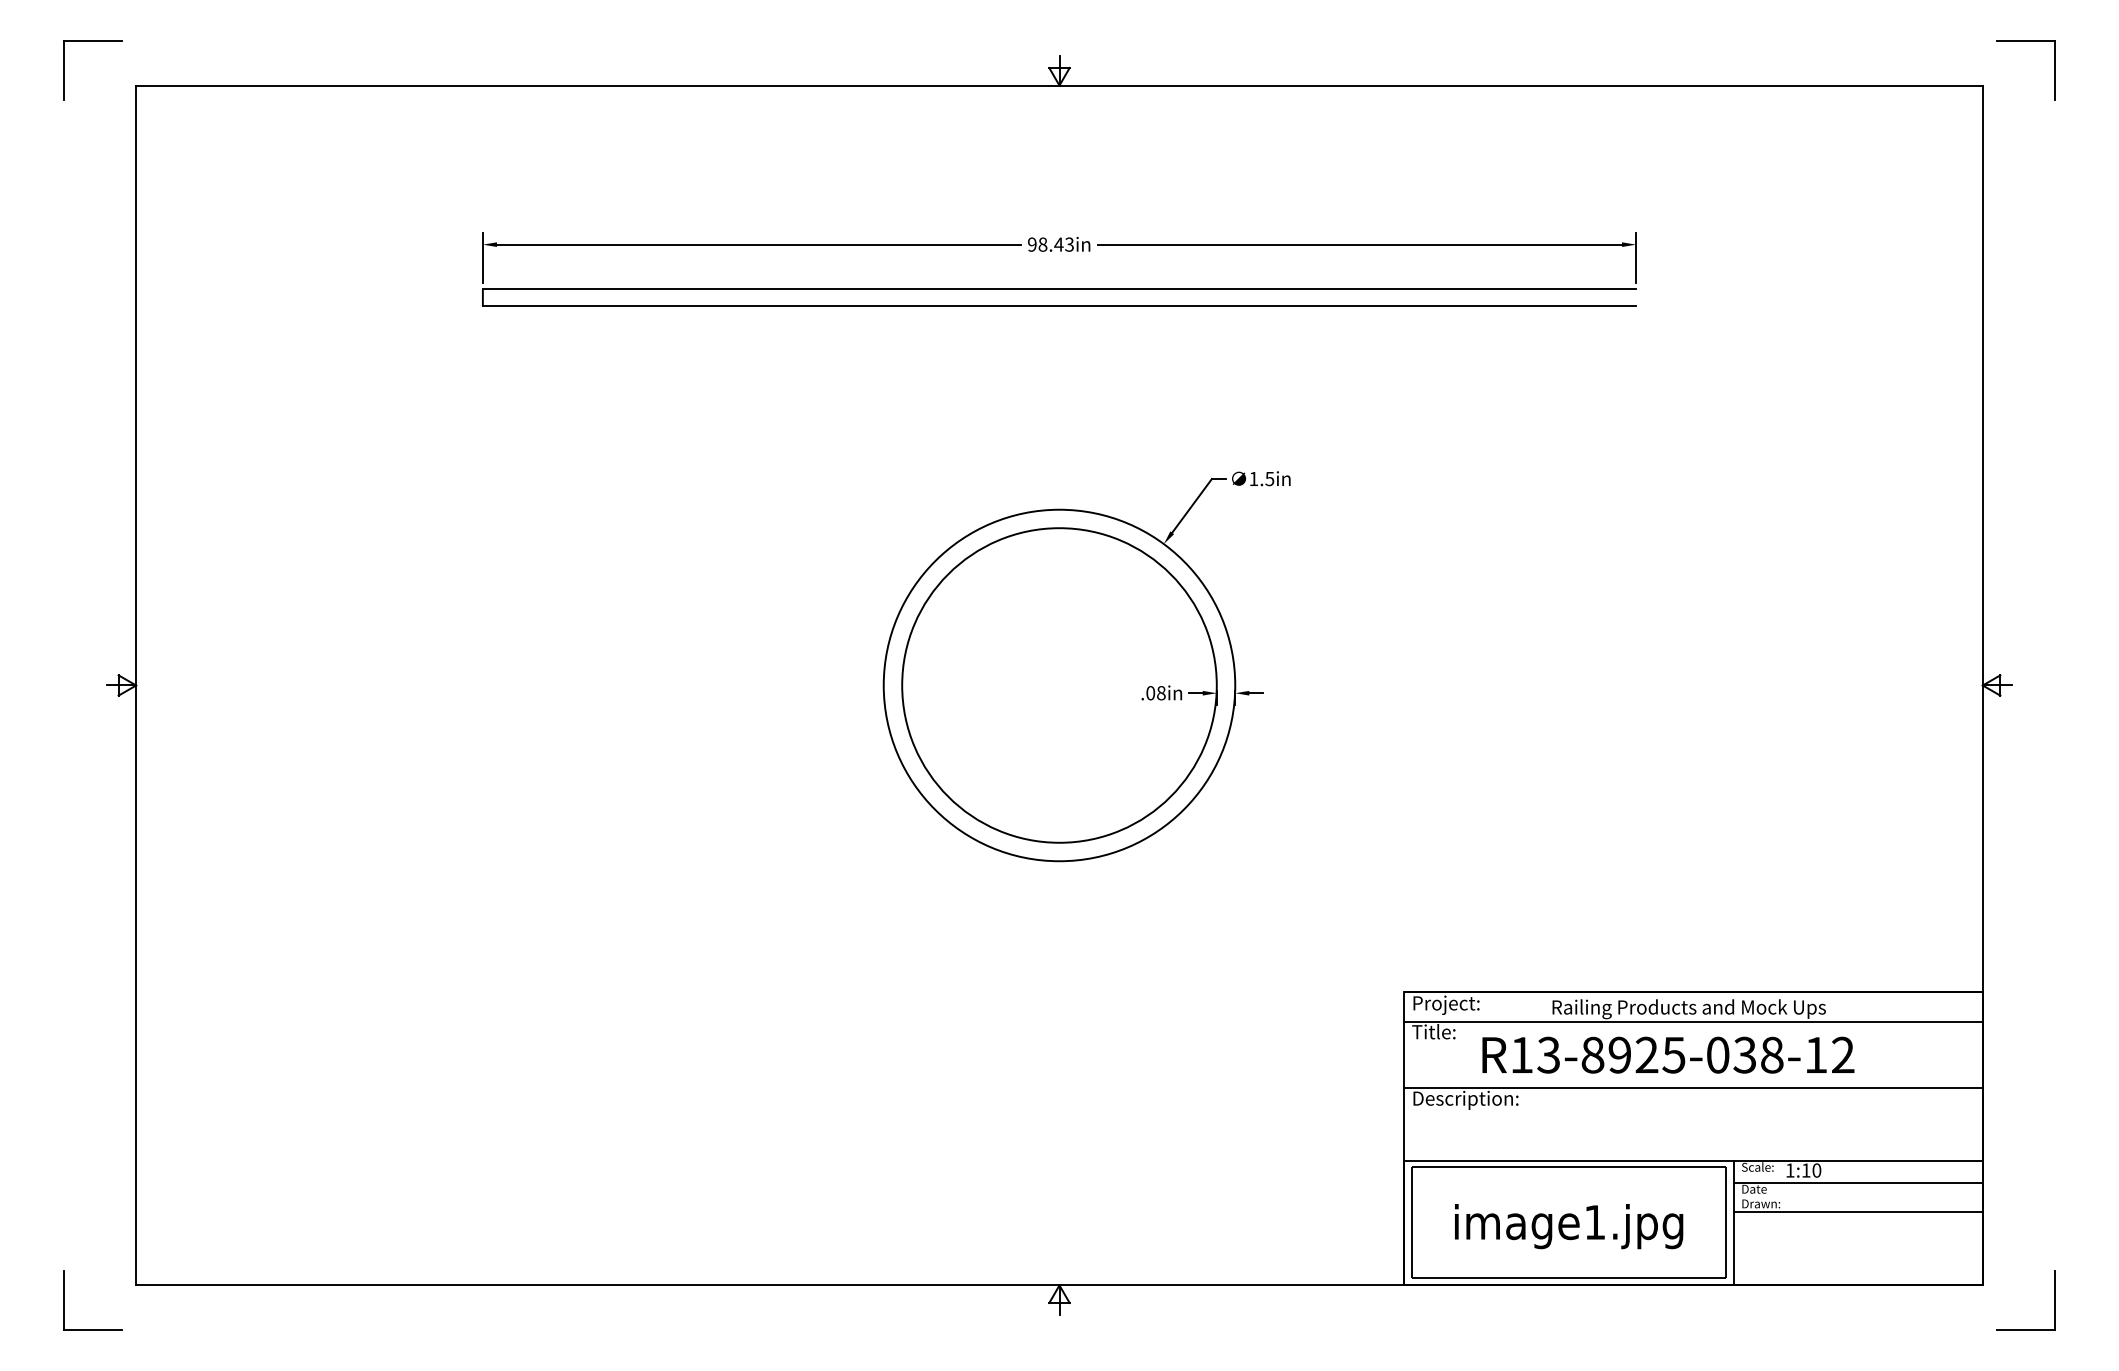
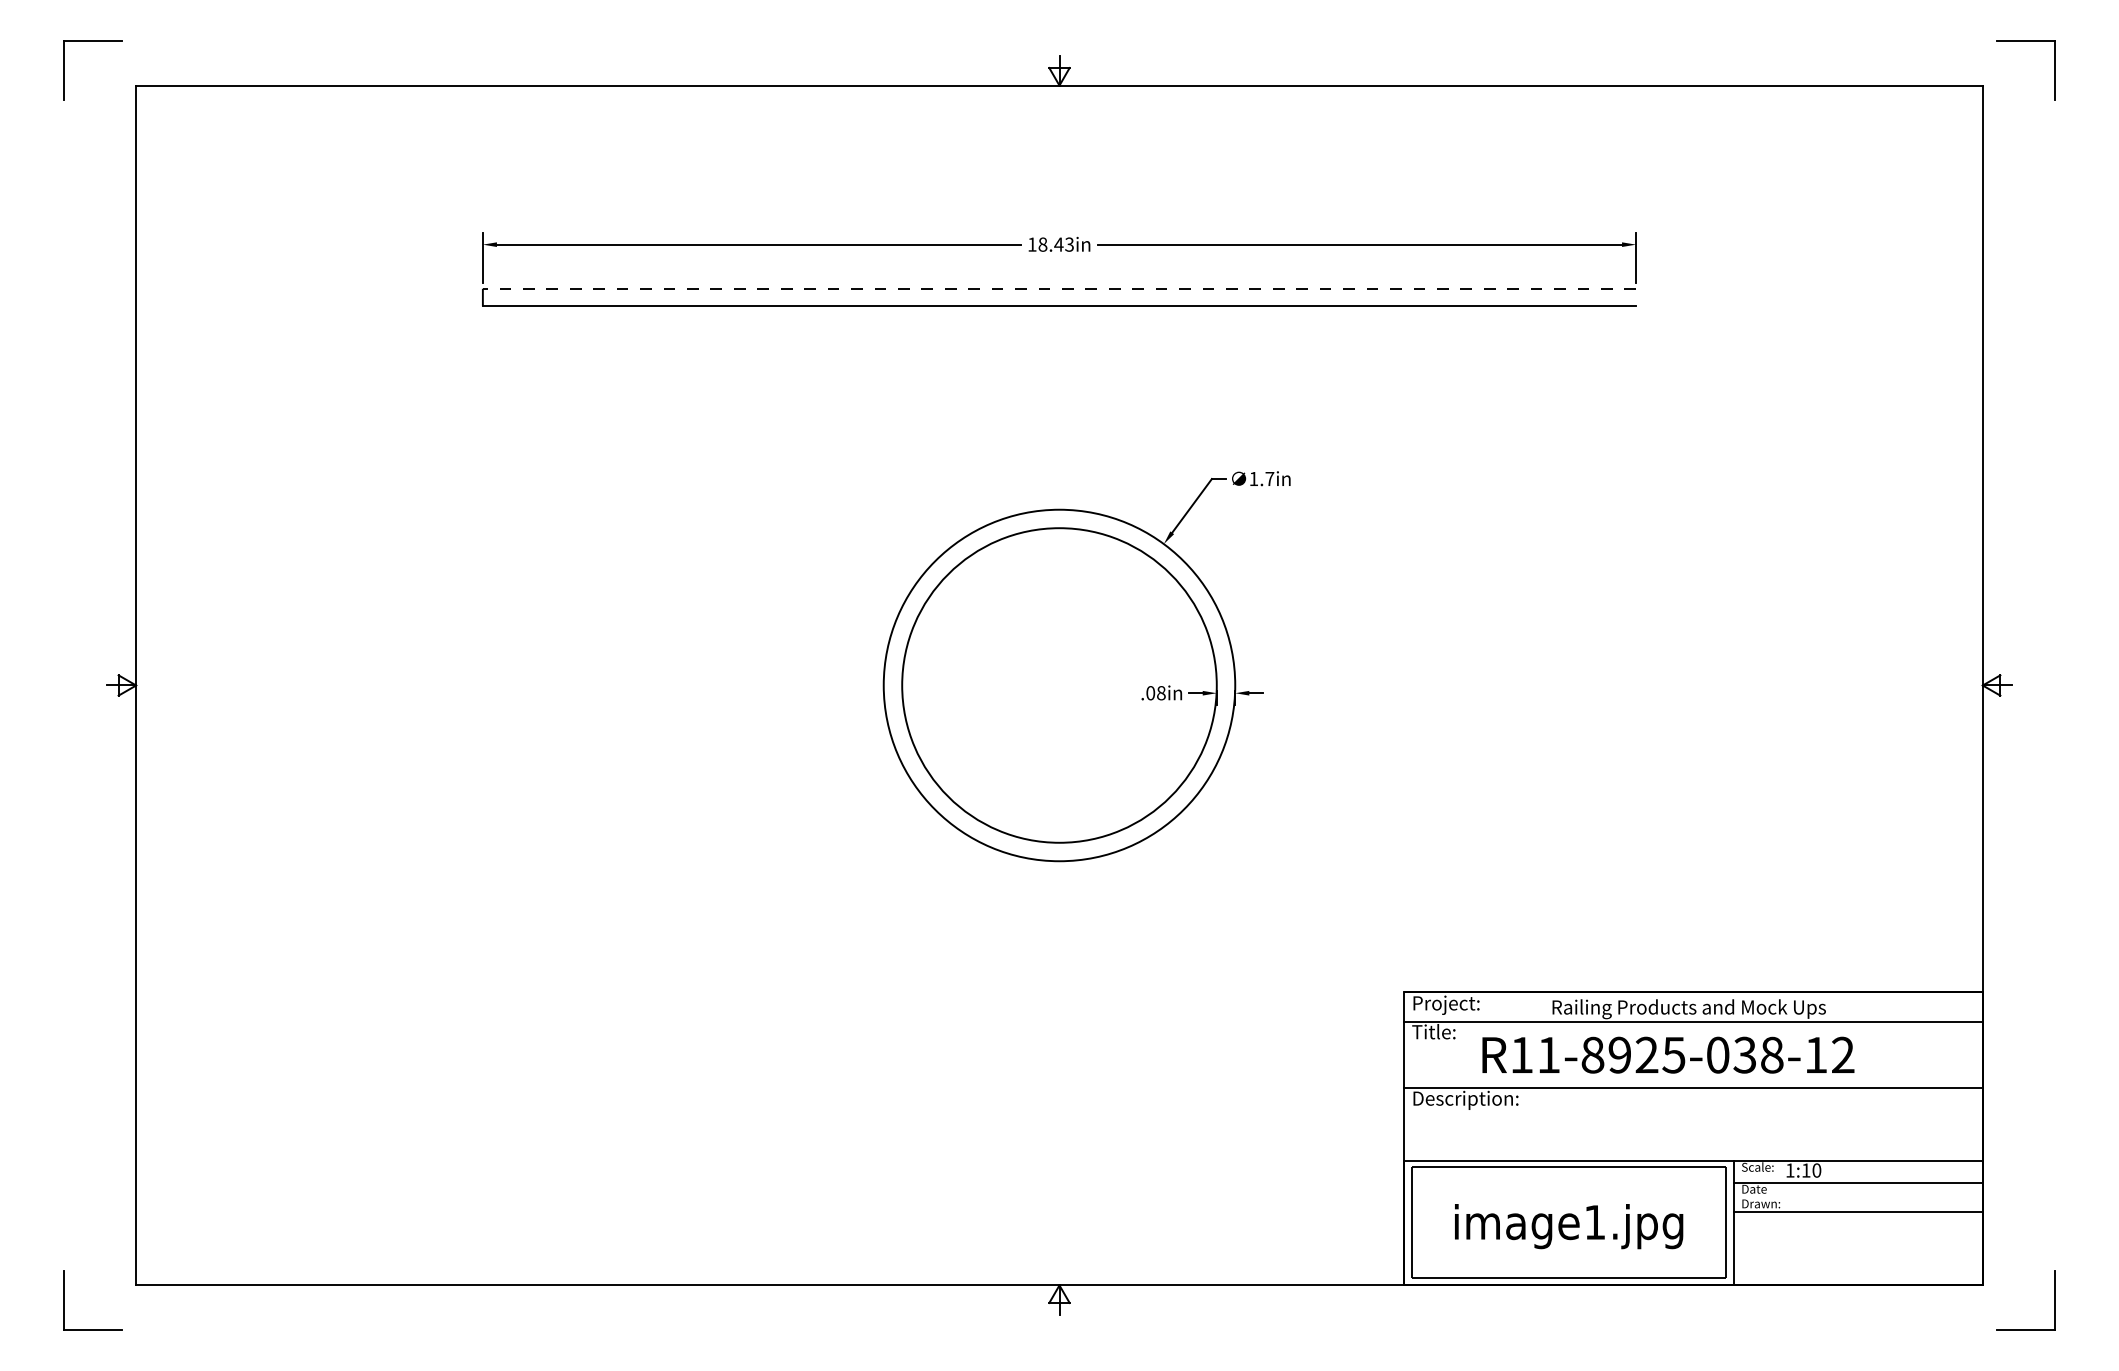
text at (1032, 244): 98.43in -> 18.43in
line at (1059, 288): solid -> dashed
text at (1269, 479): 1.5in -> 1.7in
text at (1548, 1054): R13-8925-038-12 -> R11-8925-038-12
